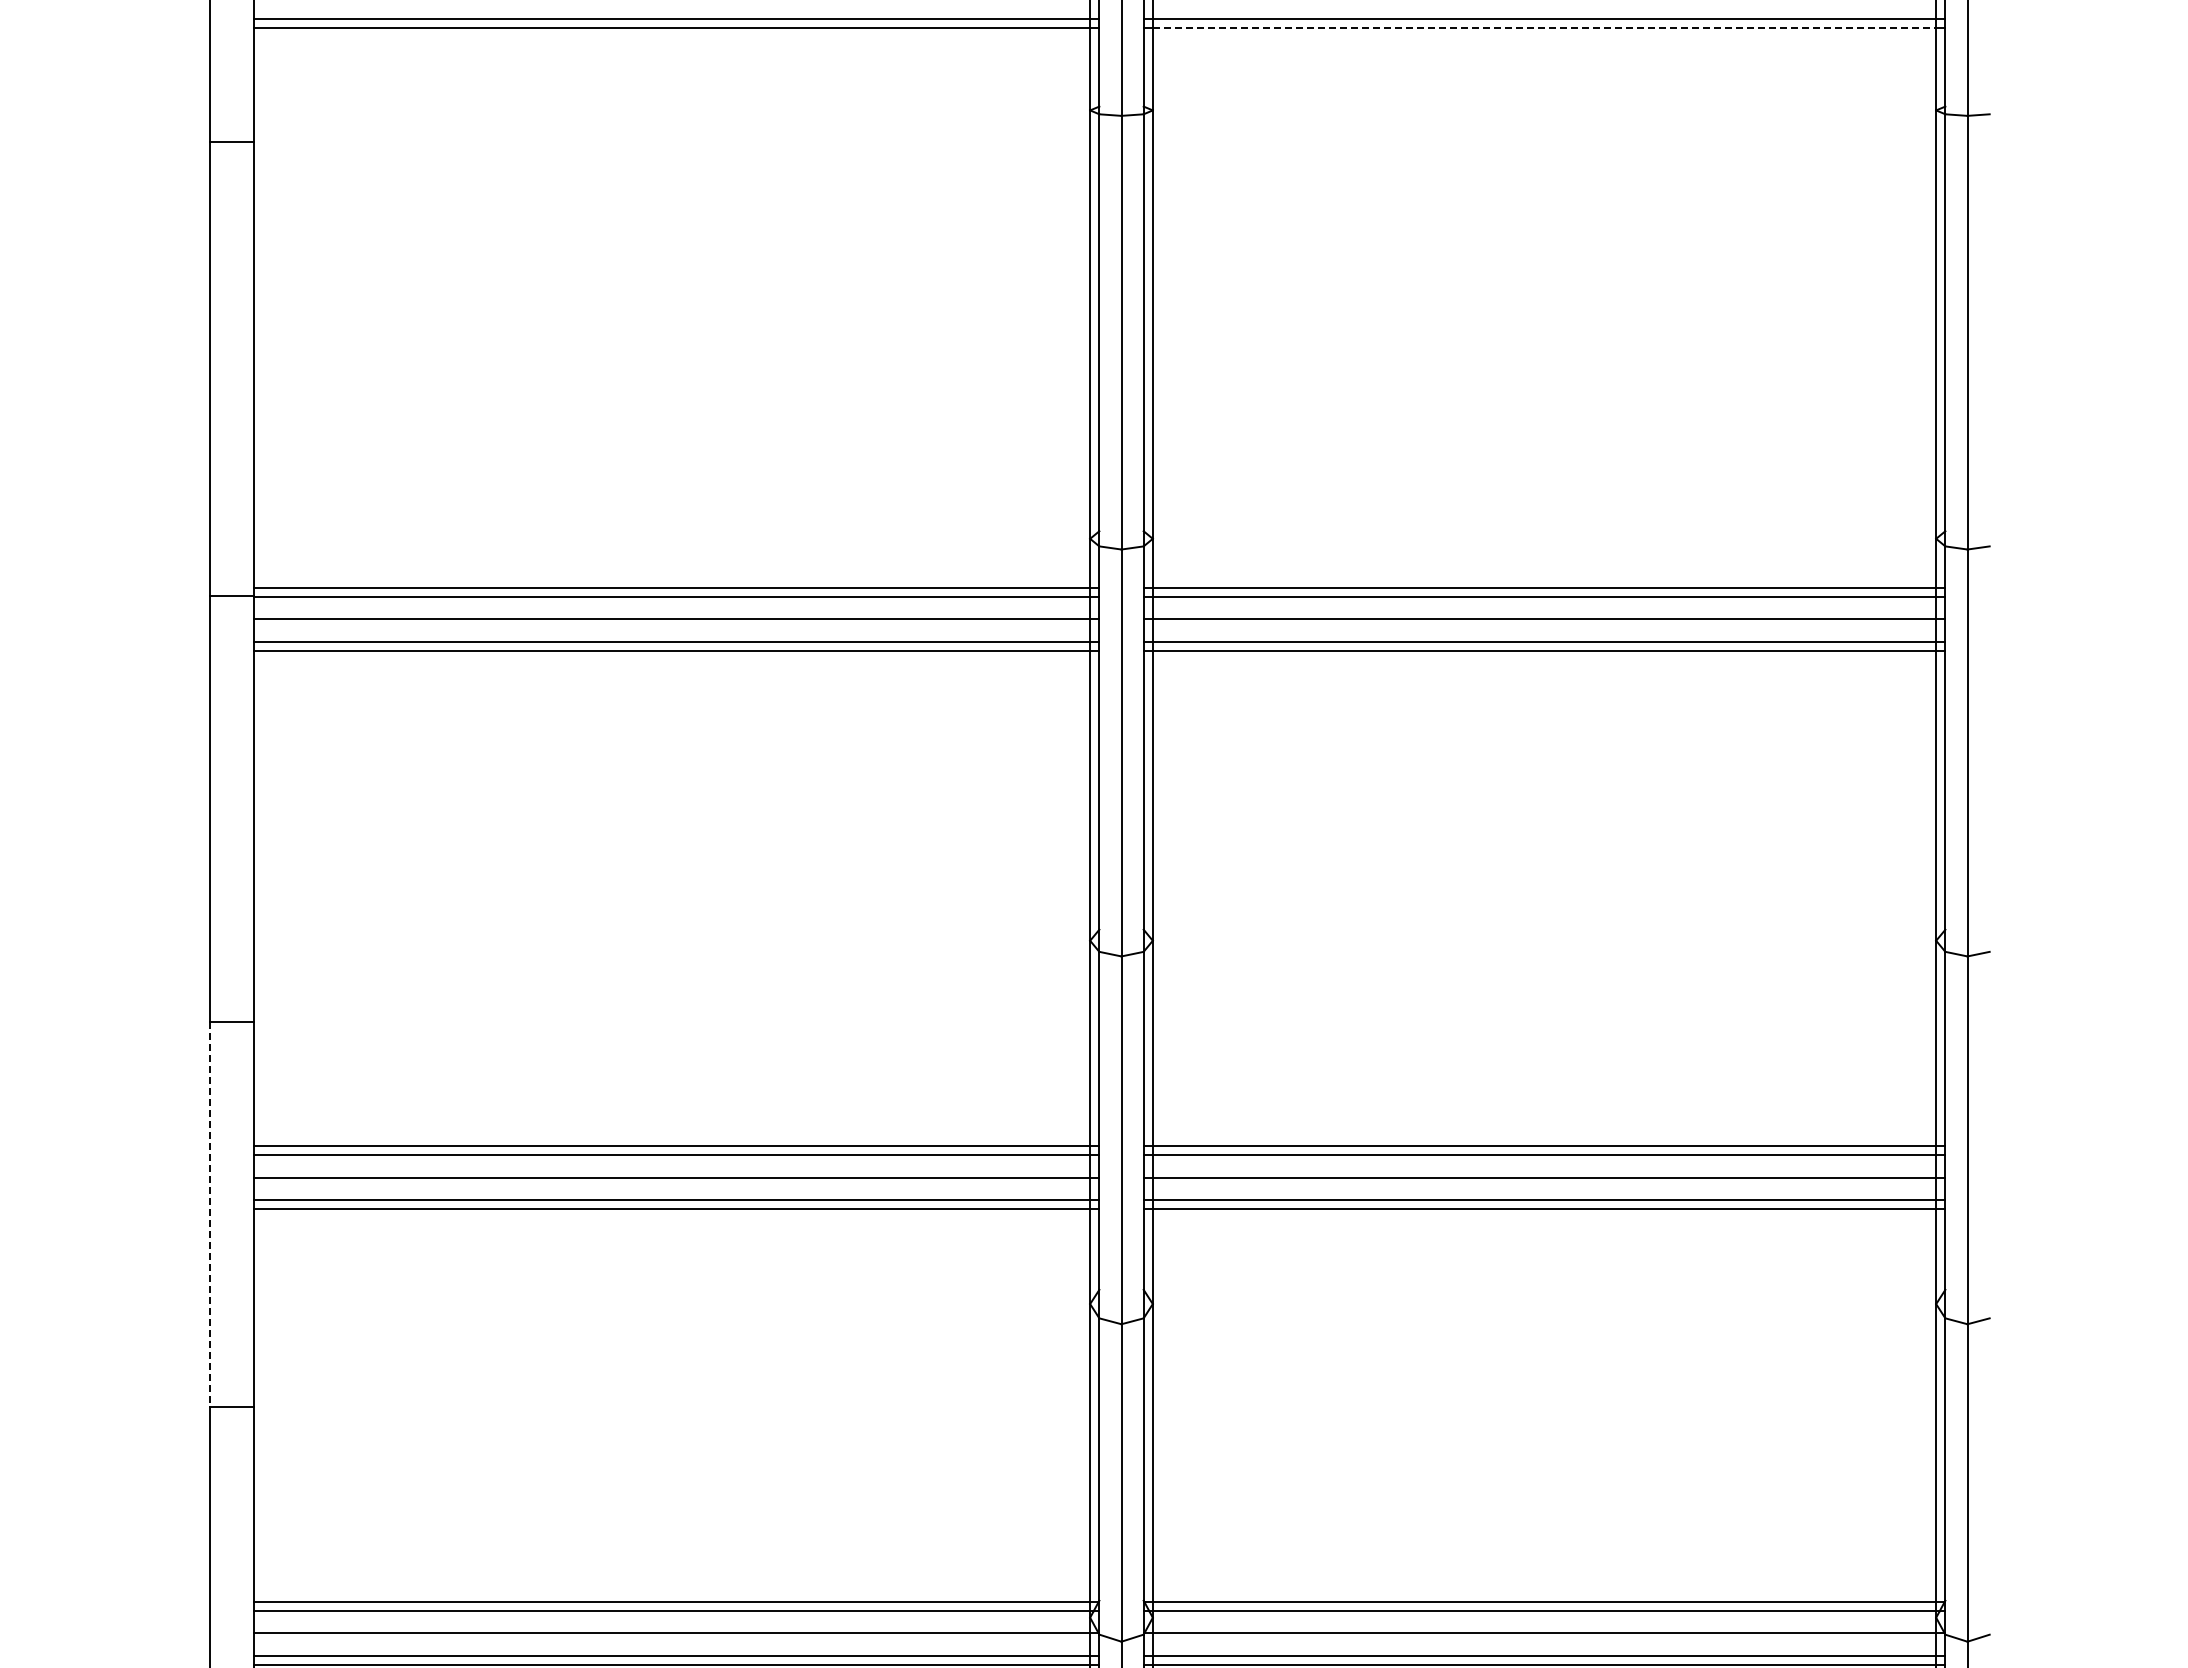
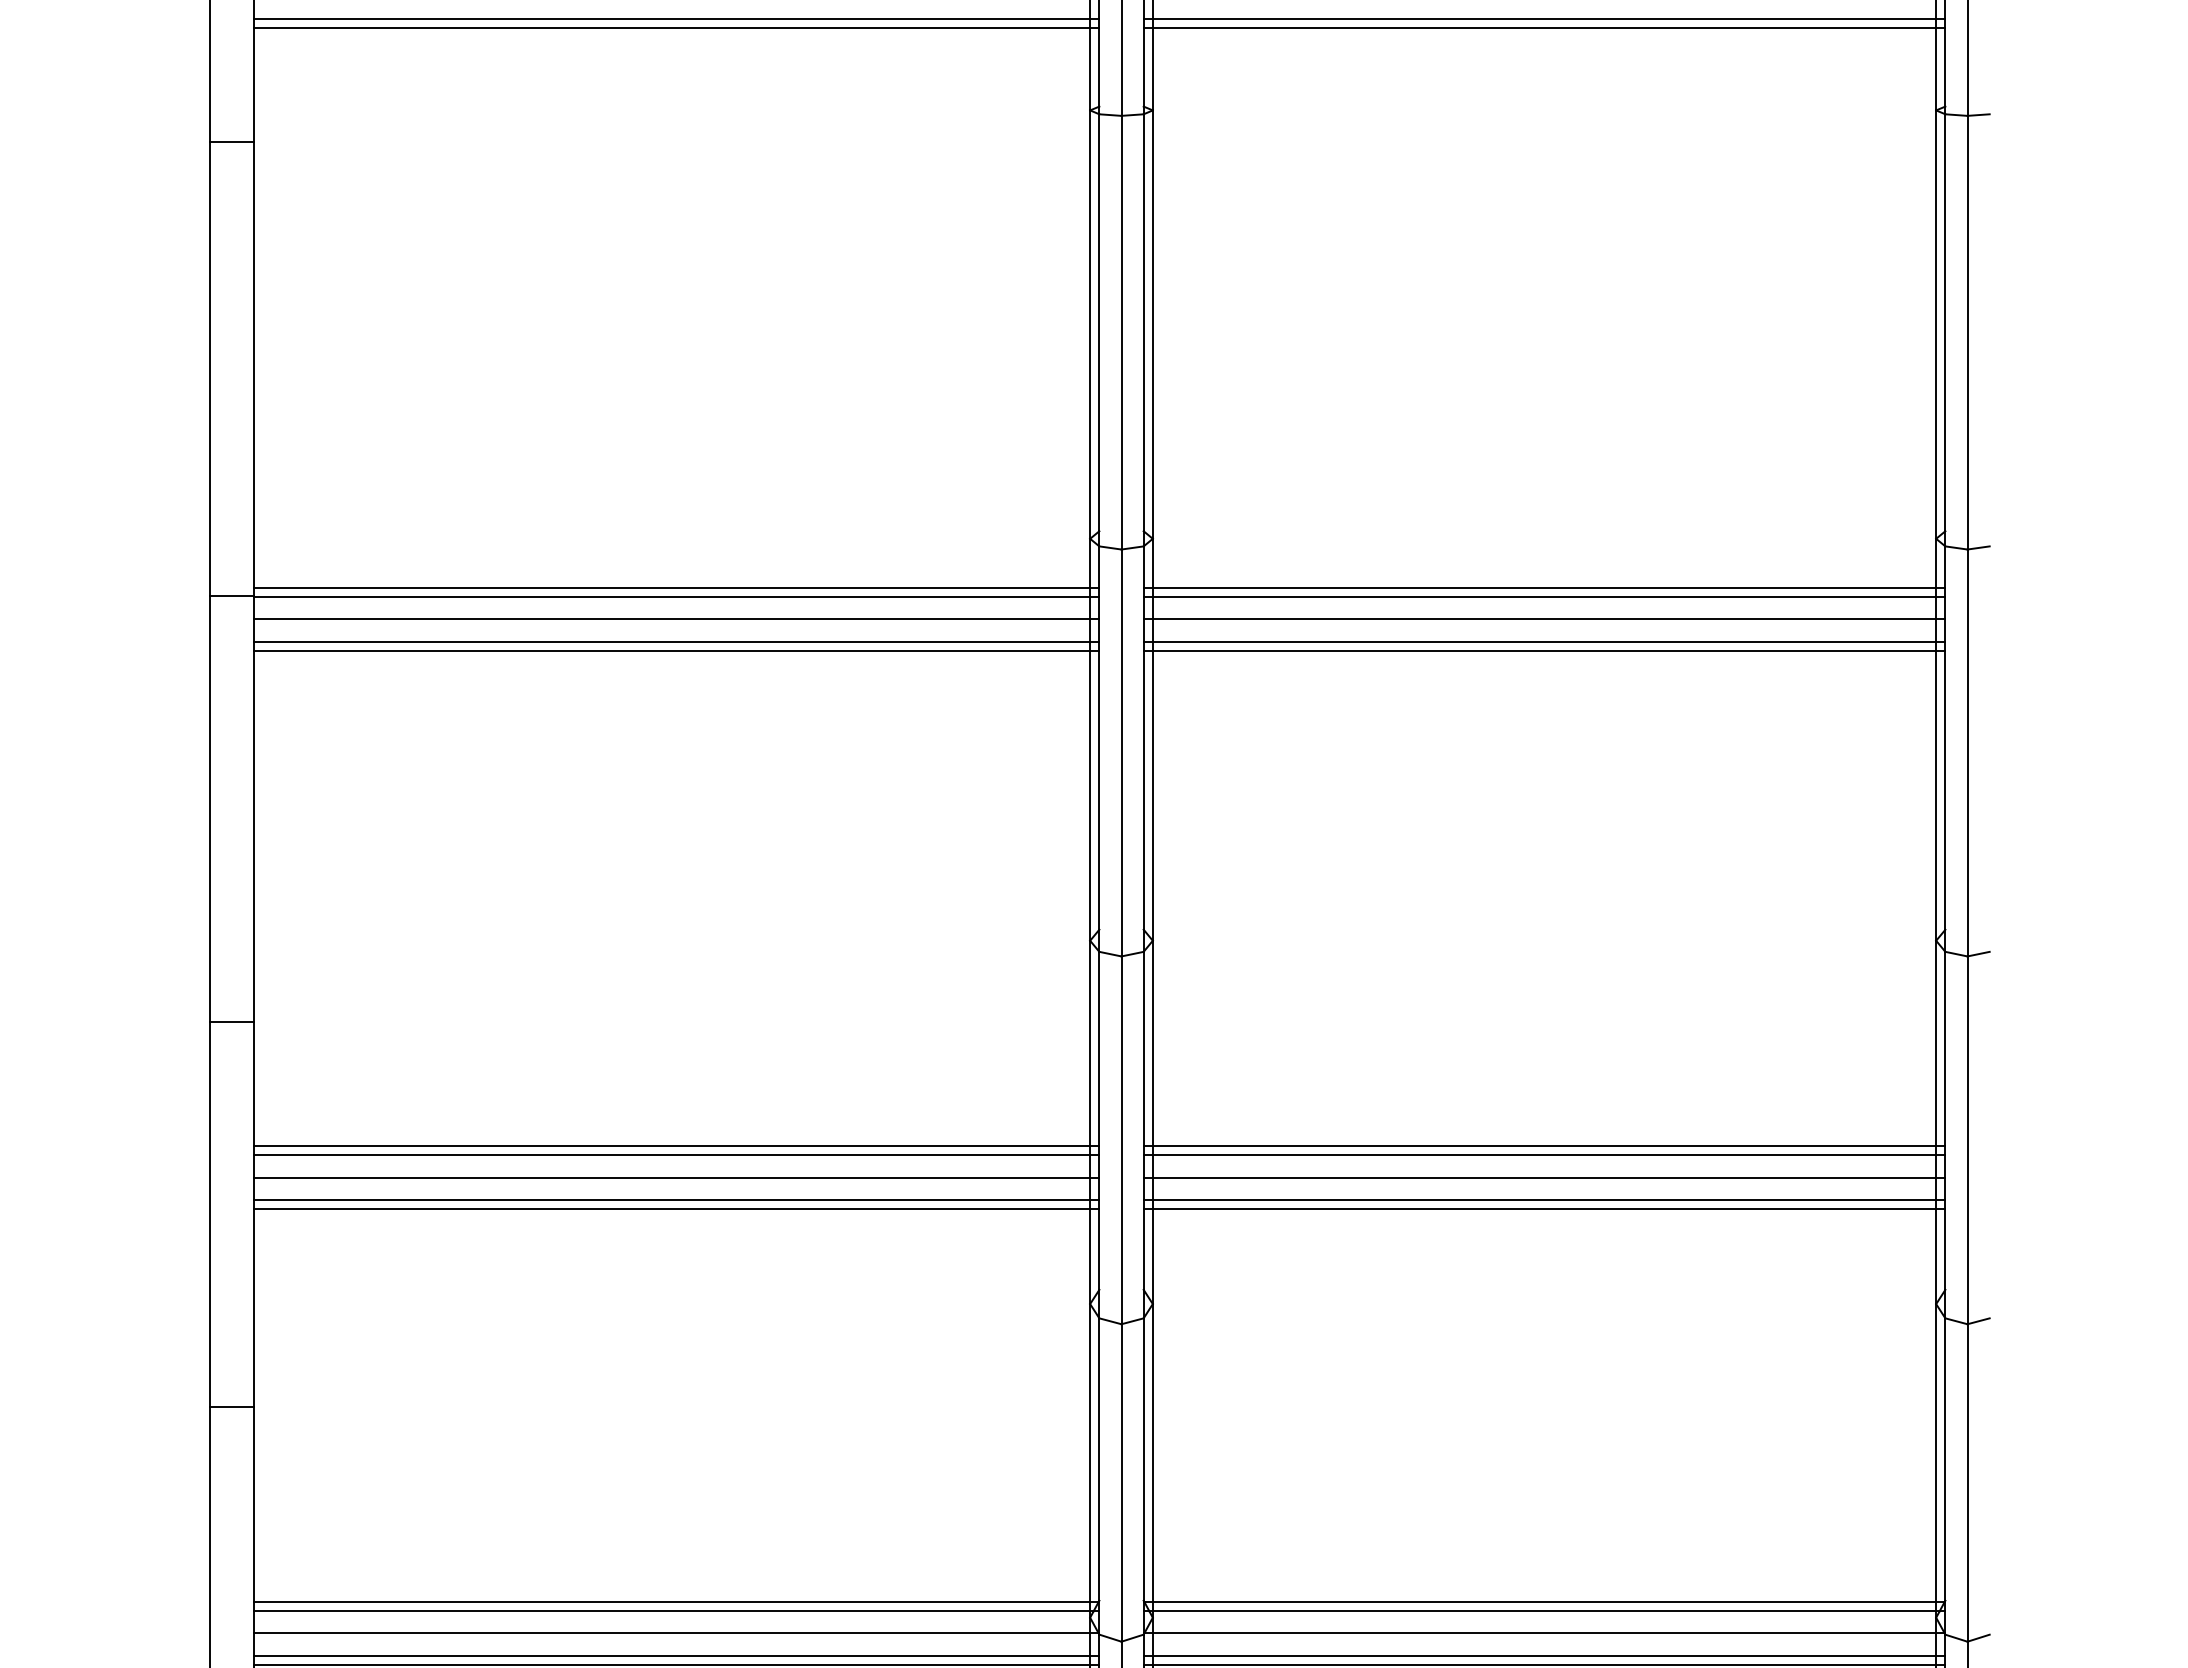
line at (1544, 28): dashed -> solid
line at (209, 1214): dashed -> solid
